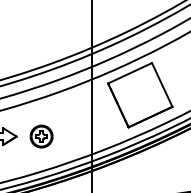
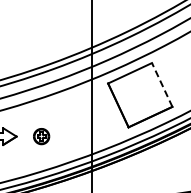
line at (162, 84): solid -> dashed
part at (41, 136) size: 25x25 px -> 18x18 px
